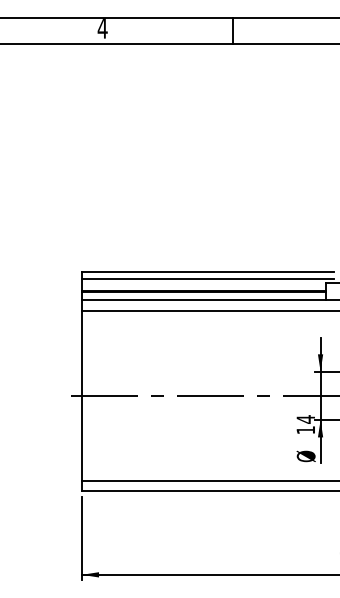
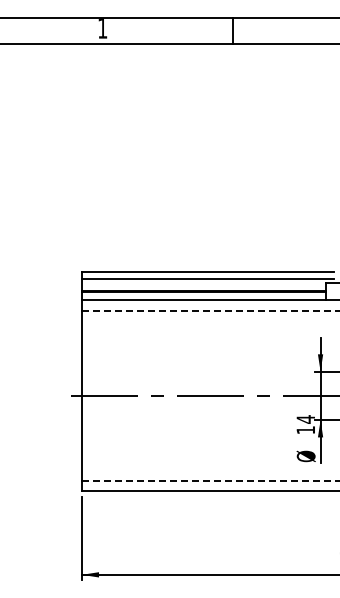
text at (102, 28): 4 -> 1
line at (210, 310): solid -> dashed
line at (210, 481): solid -> dashed
